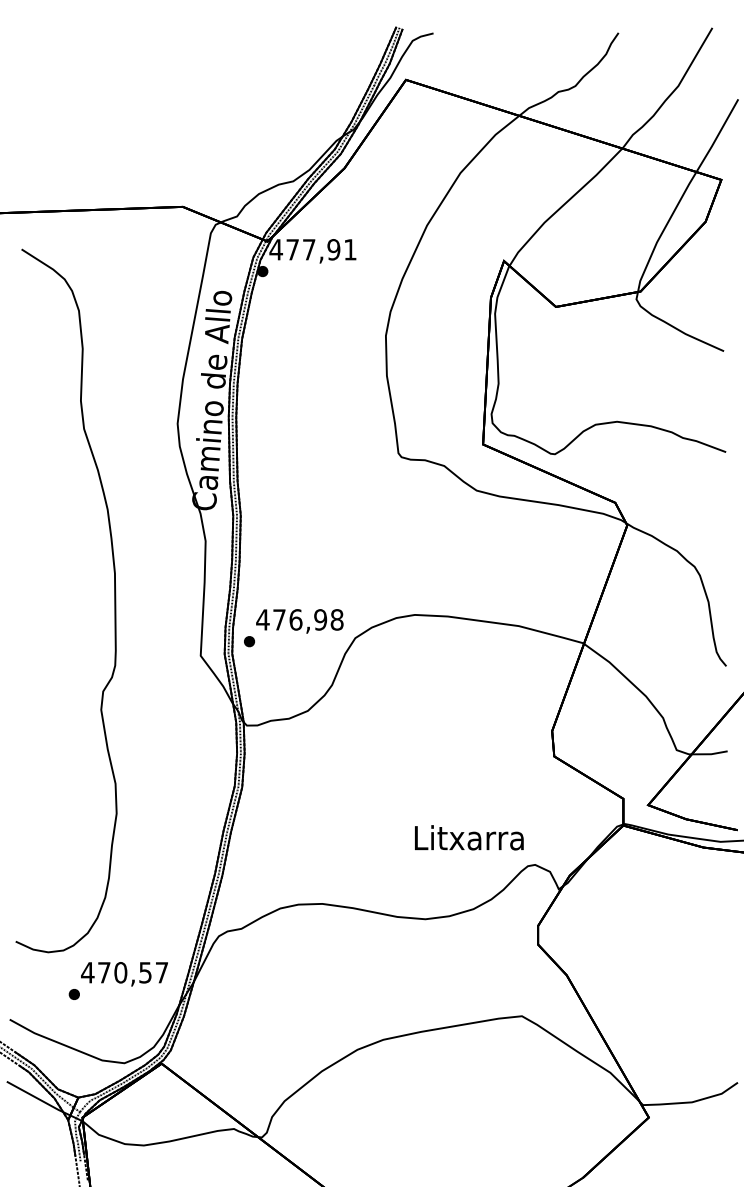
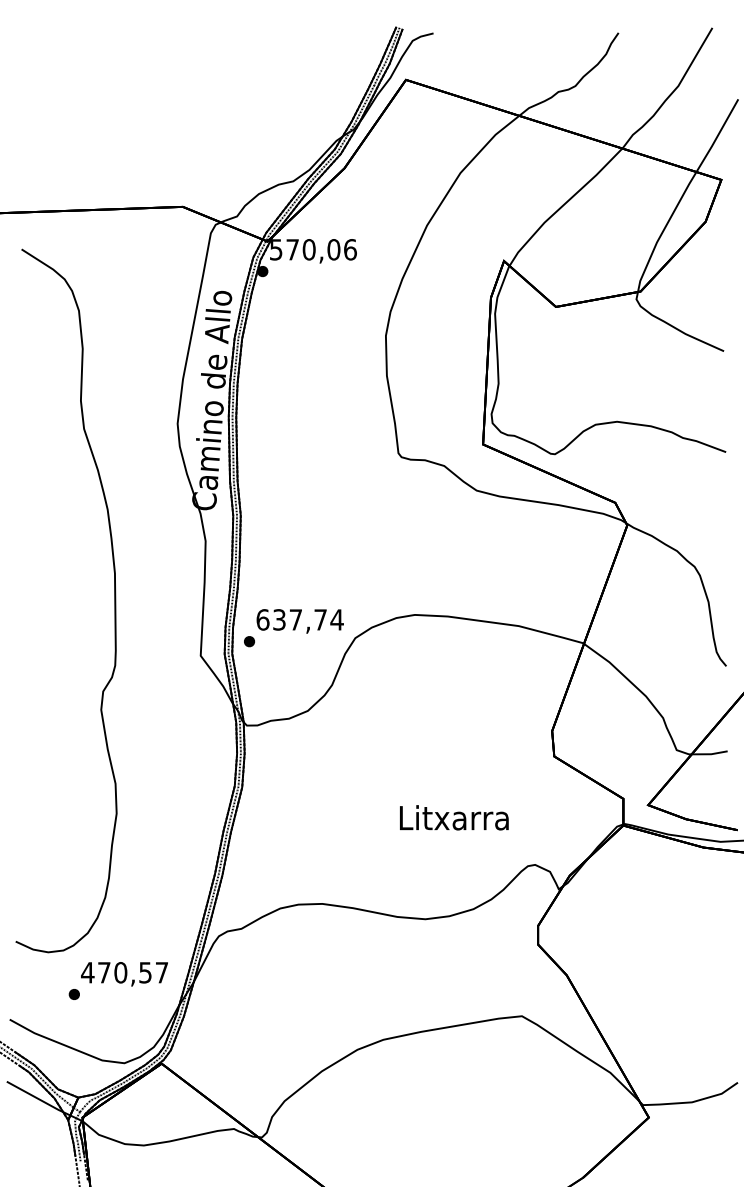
text at (312, 249): 477,91 -> 570,06
text at (299, 619): 476,98 -> 637,74
text at (469, 837) position: (469, 837) -> (454, 817)
